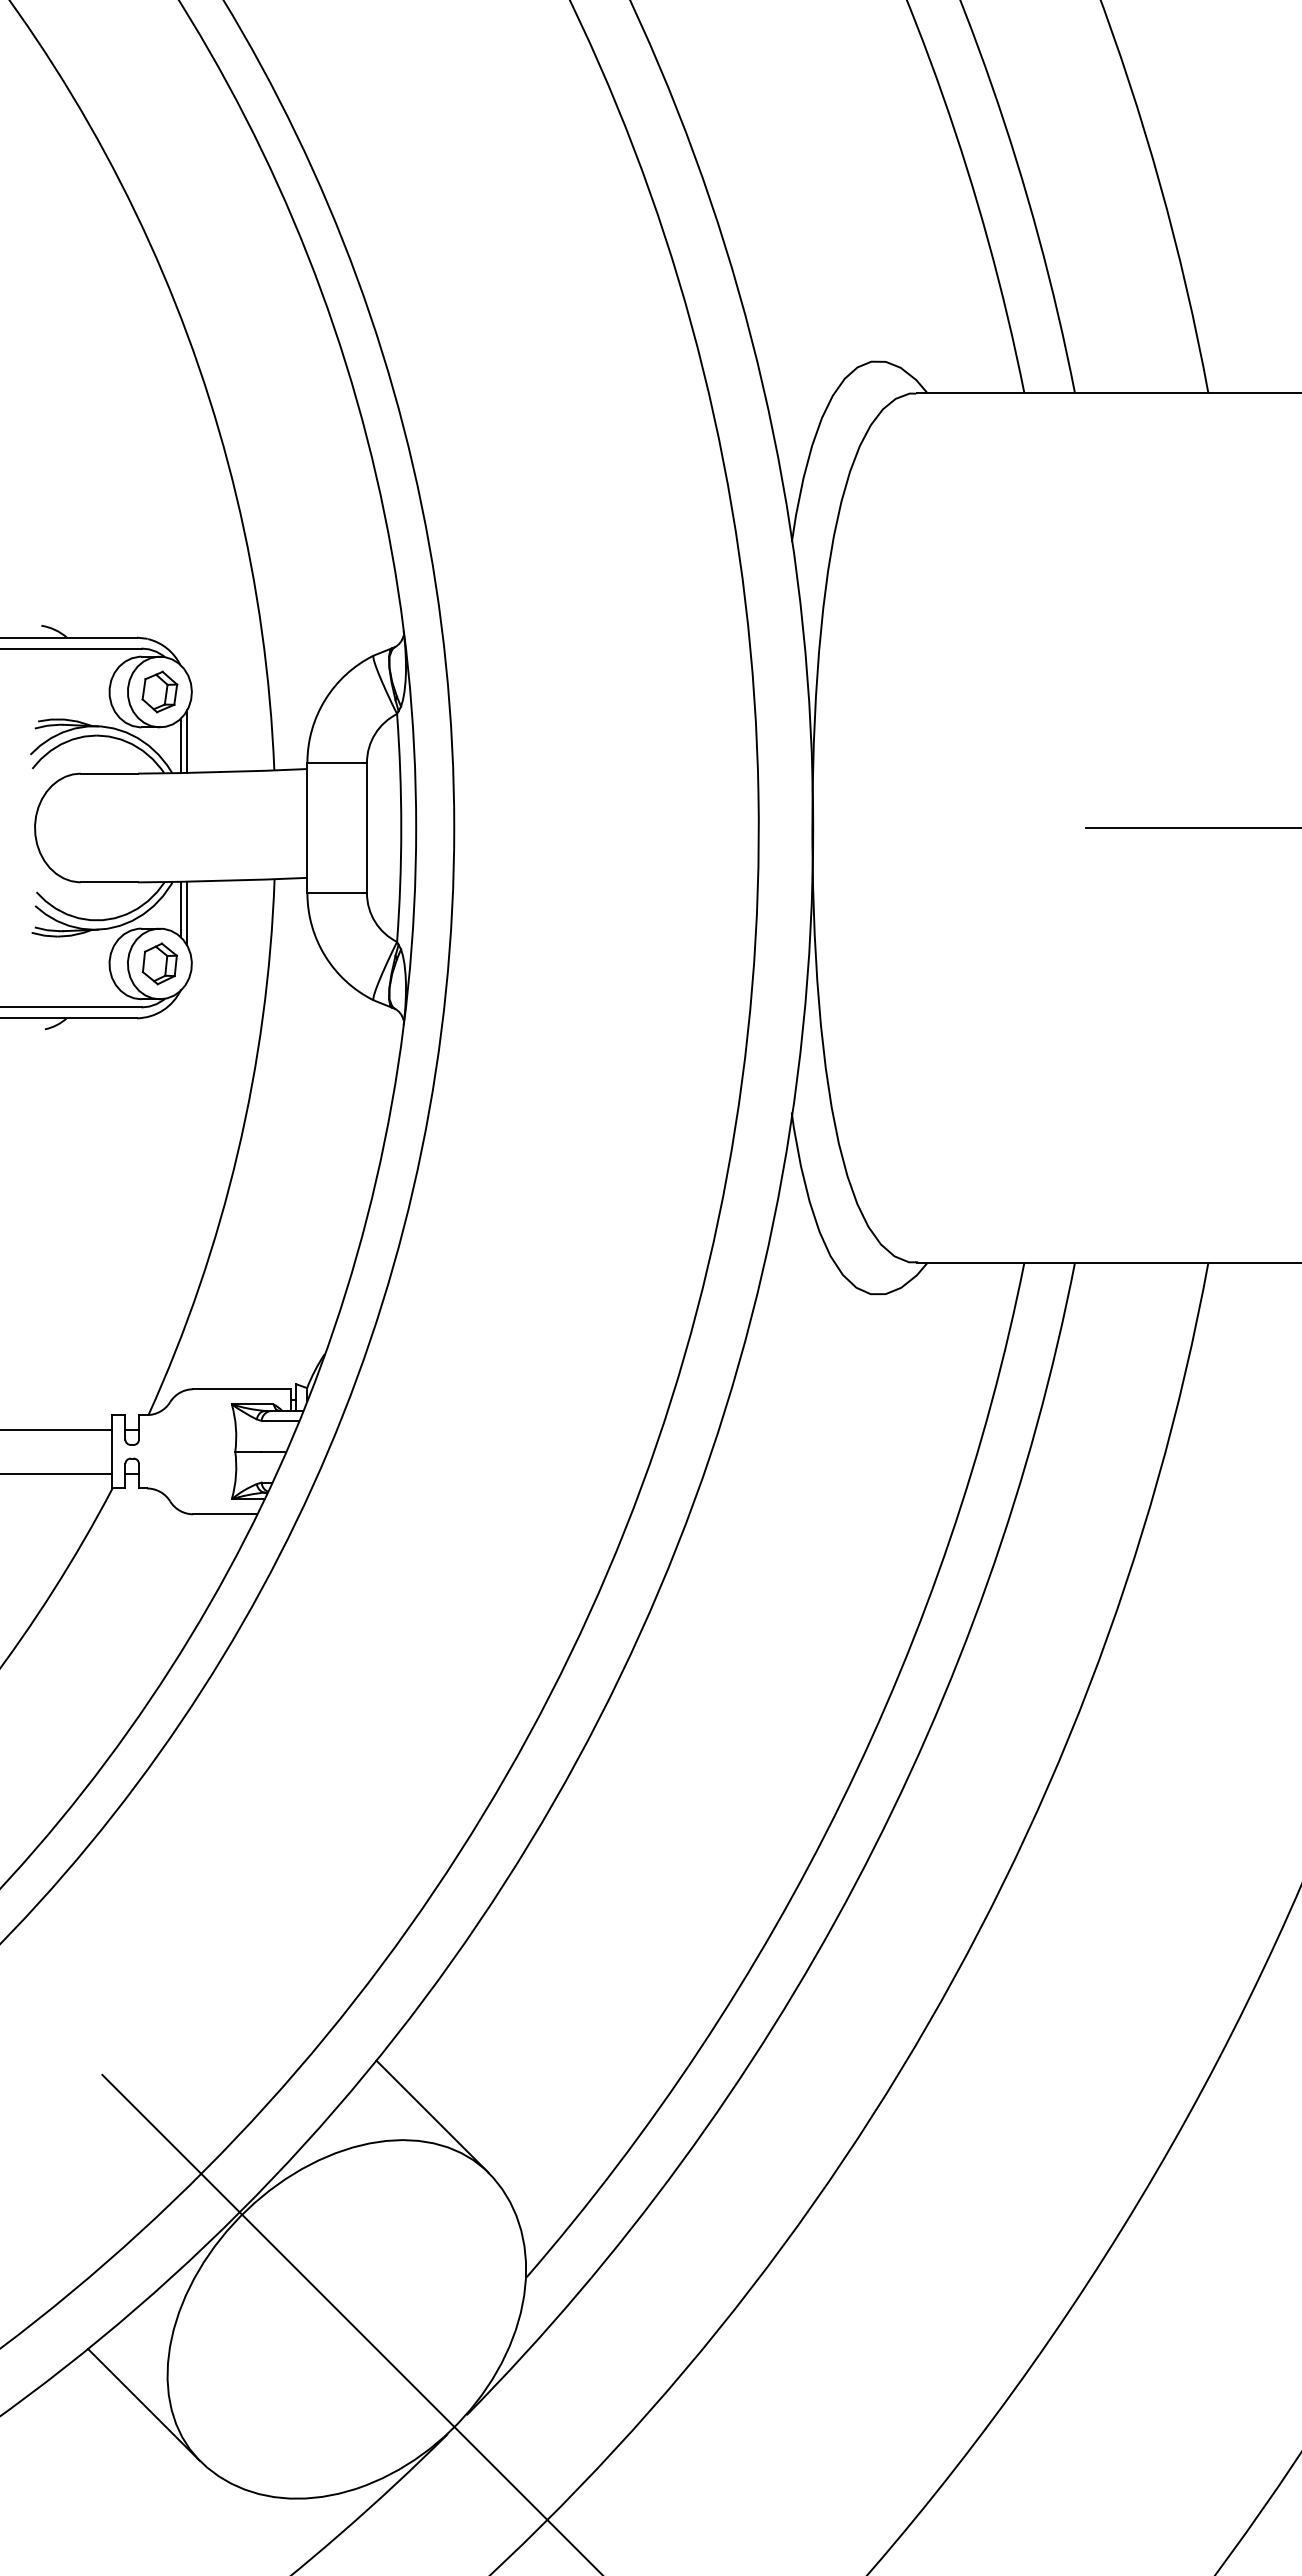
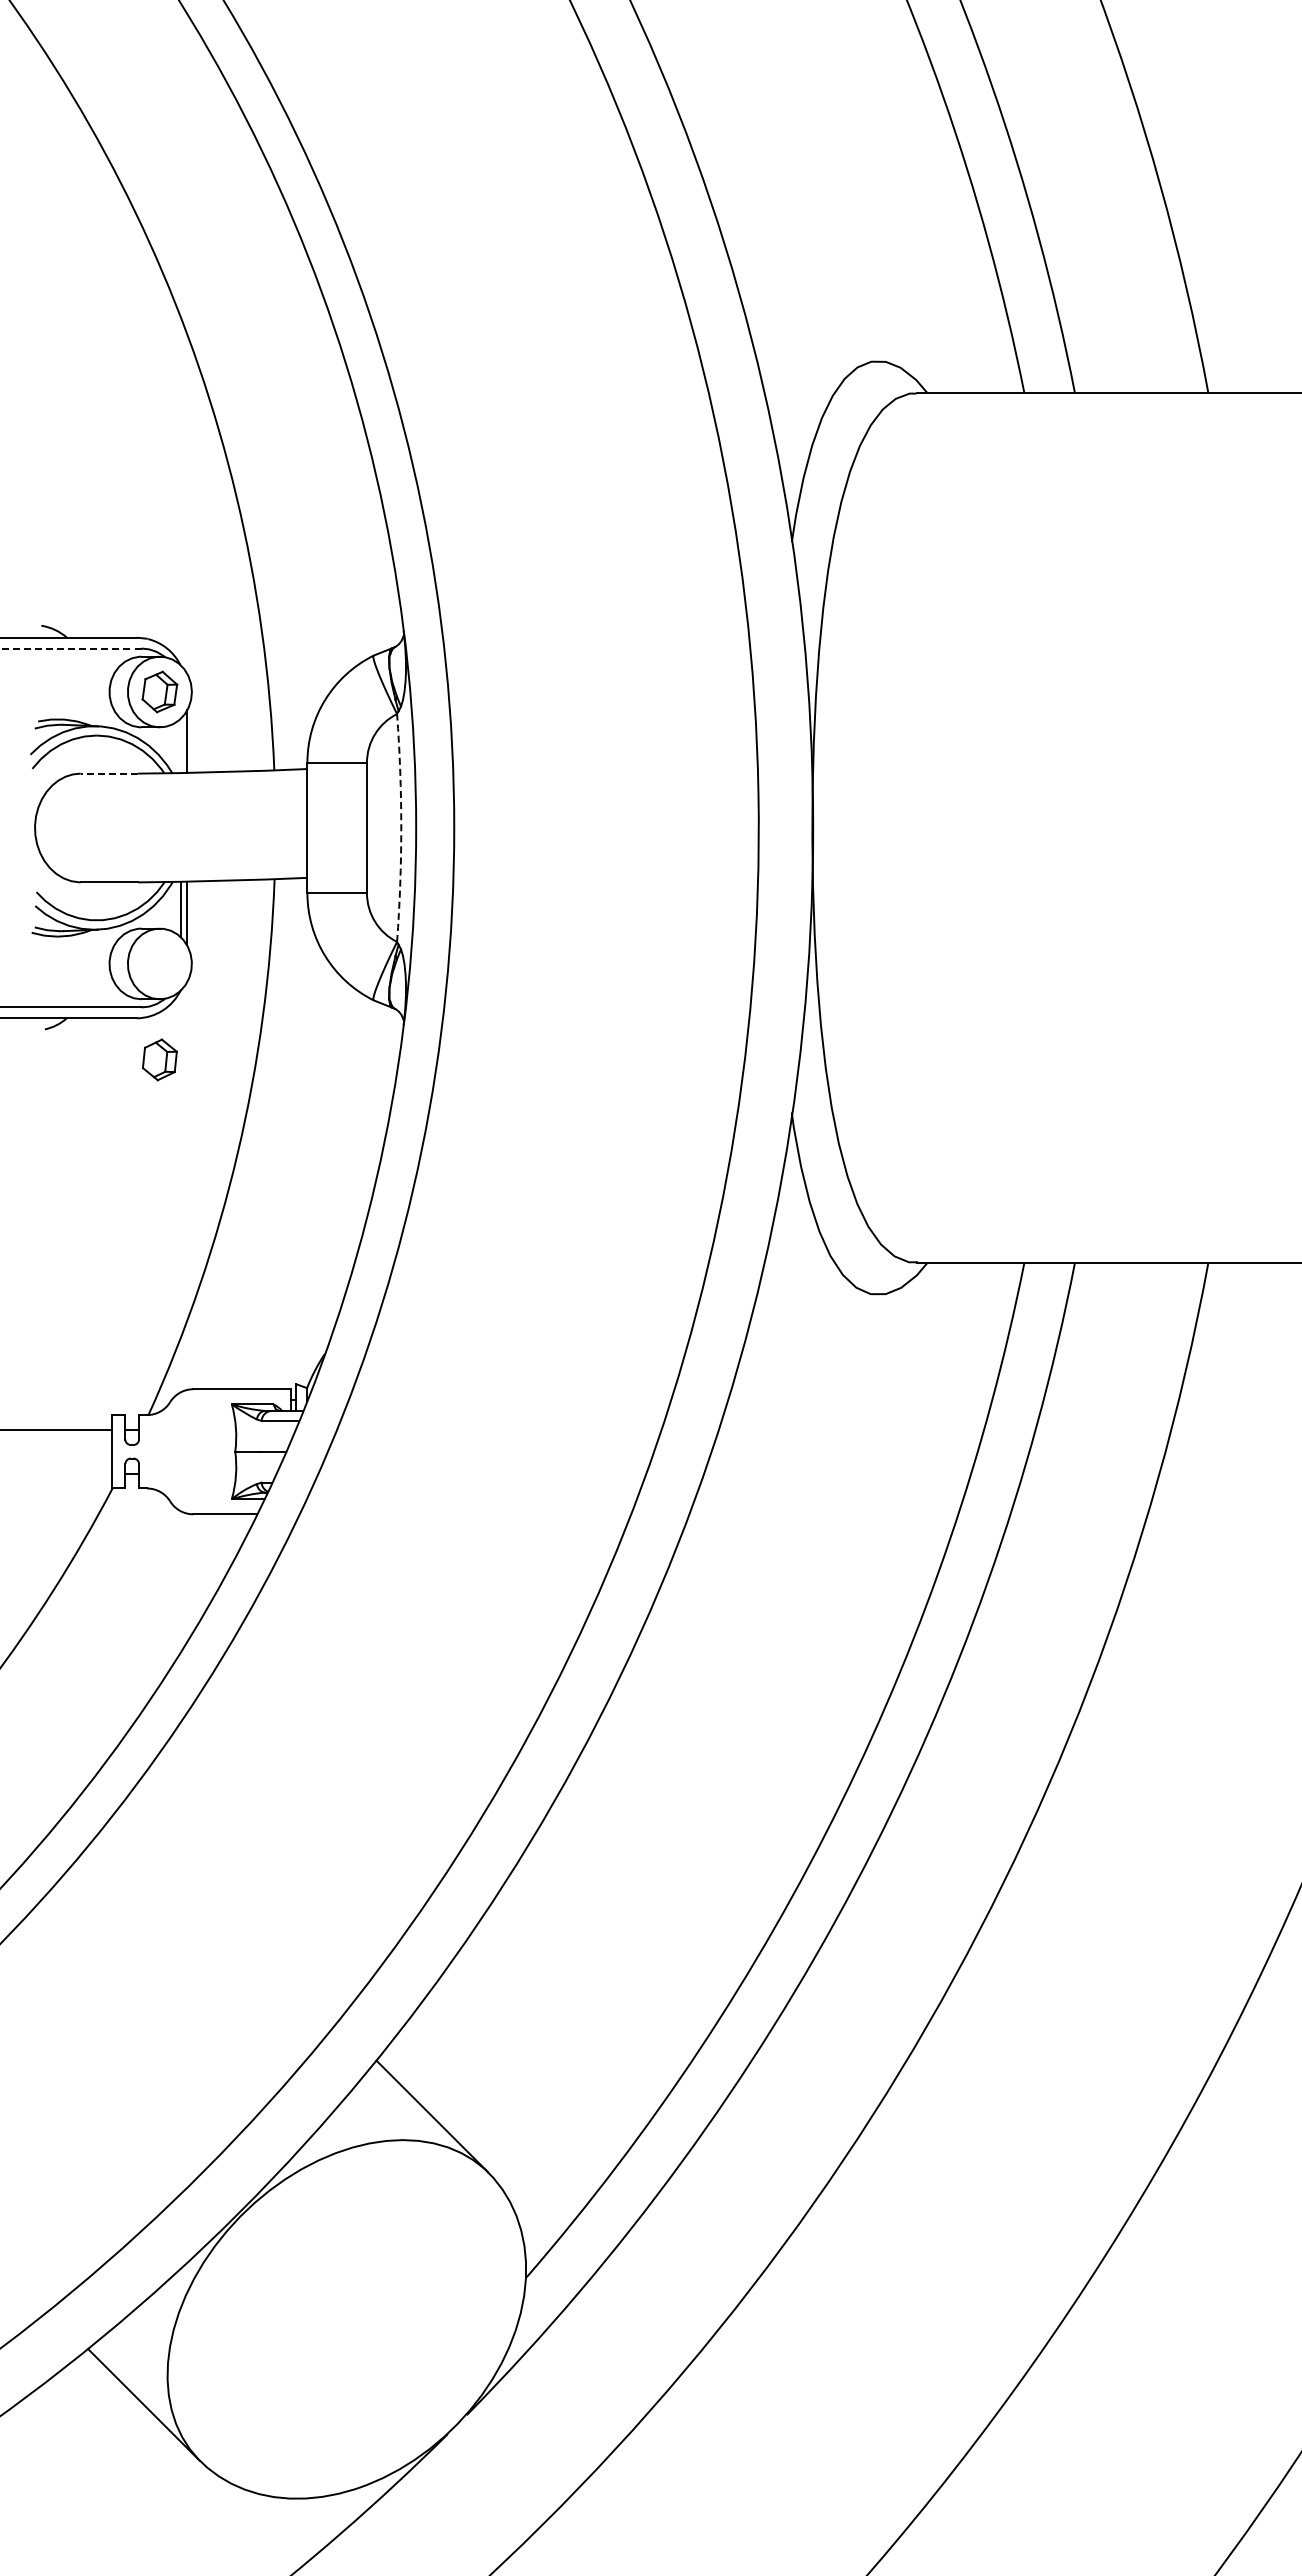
line at (70, 648): solid -> dashed
line at (180, 745): present -> none
line at (109, 773): solid -> dashed
arc at (401, 828): solid -> dashed
line at (1192, 828): present -> none
part at (159, 963) position: (159, 963) -> (159, 1059)
line at (56, 1473): present -> none
line at (351, 2323): present -> none
